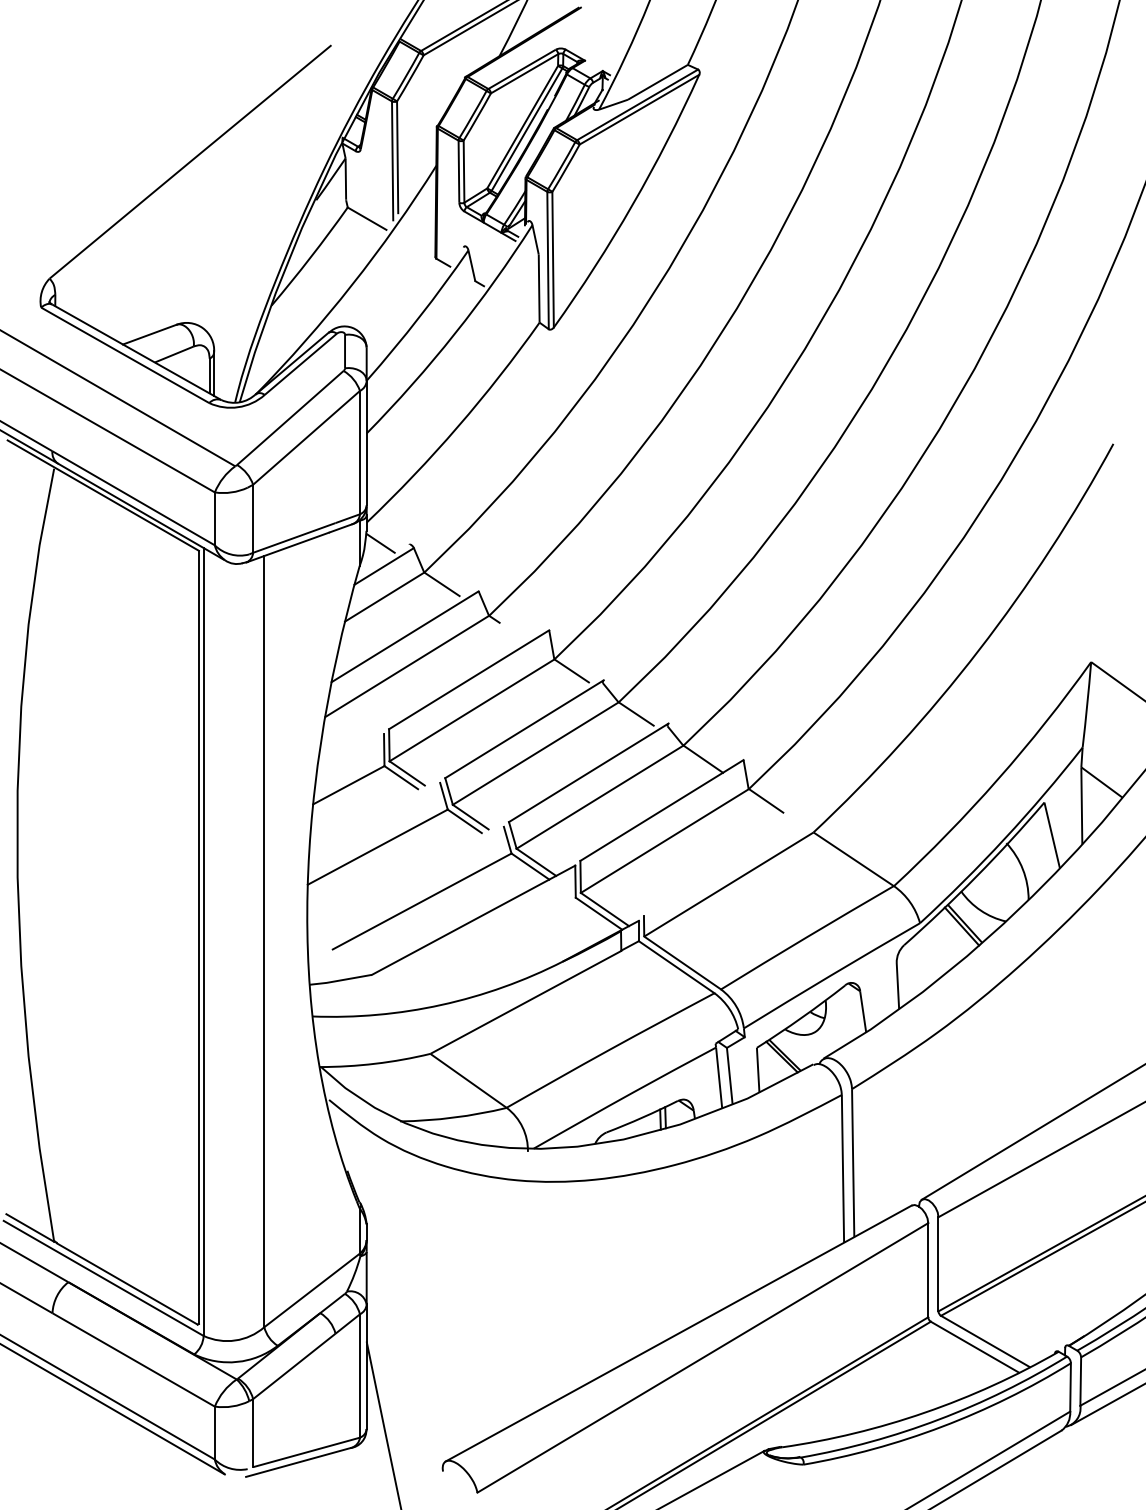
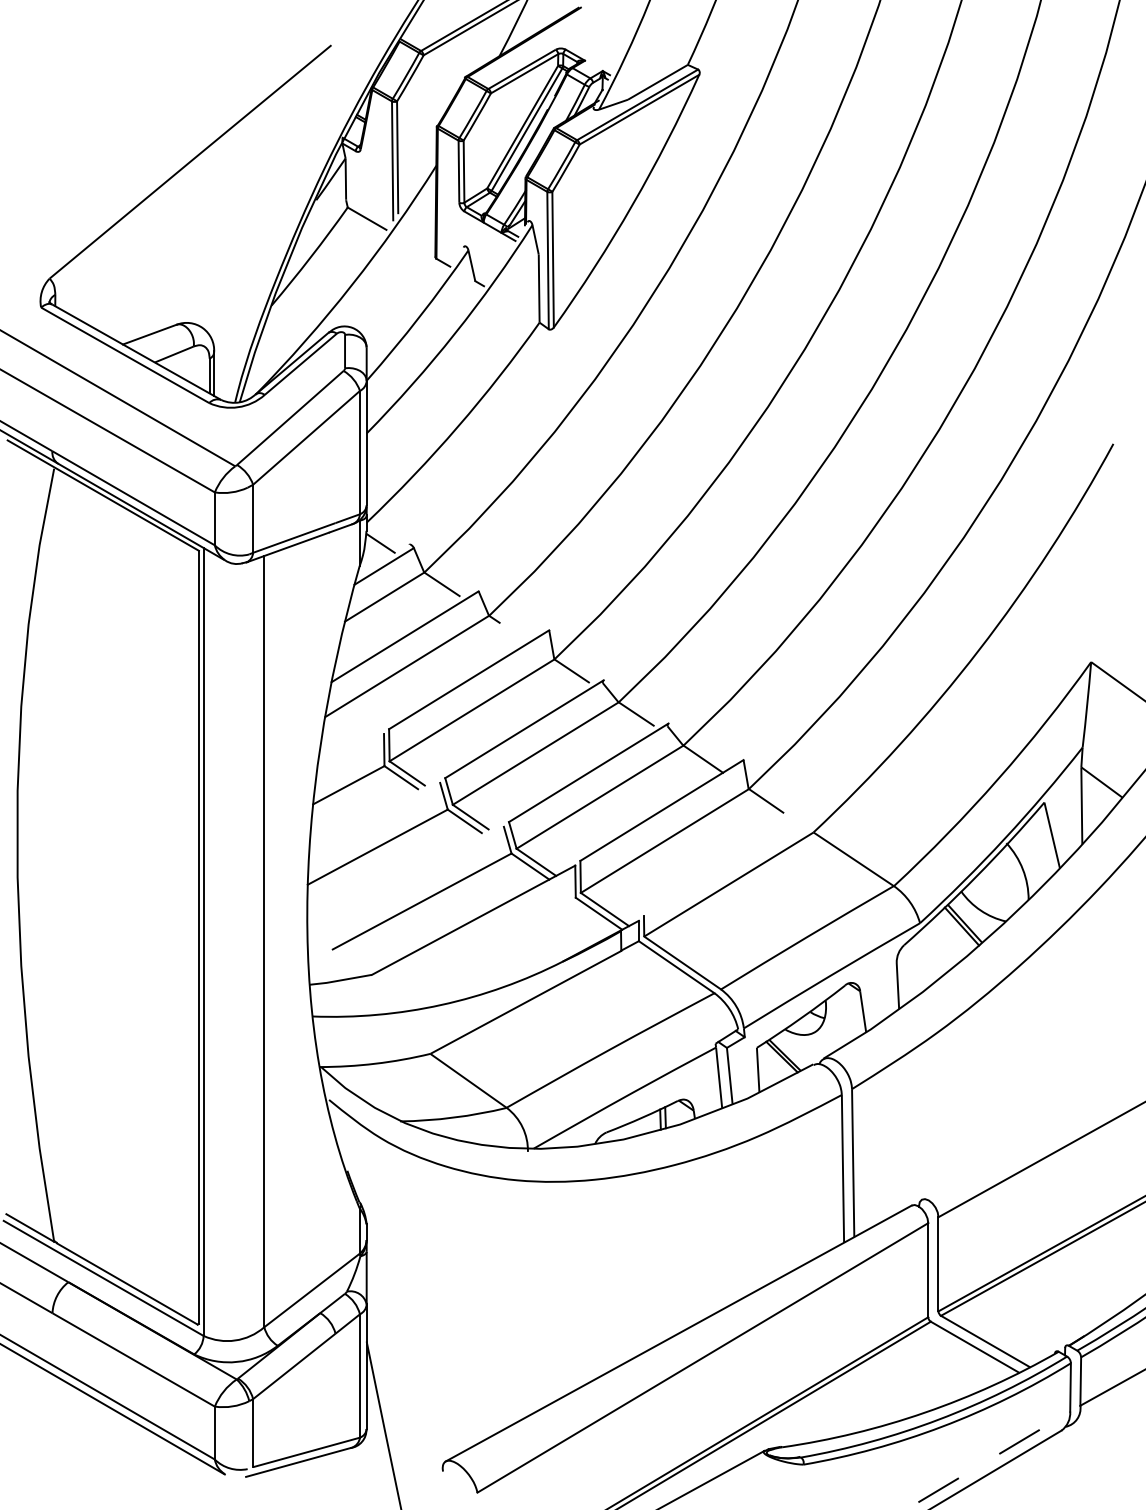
line at (1031, 1132): present -> none
line at (1106, 1405): present -> none
line at (987, 1460): solid -> dashed
